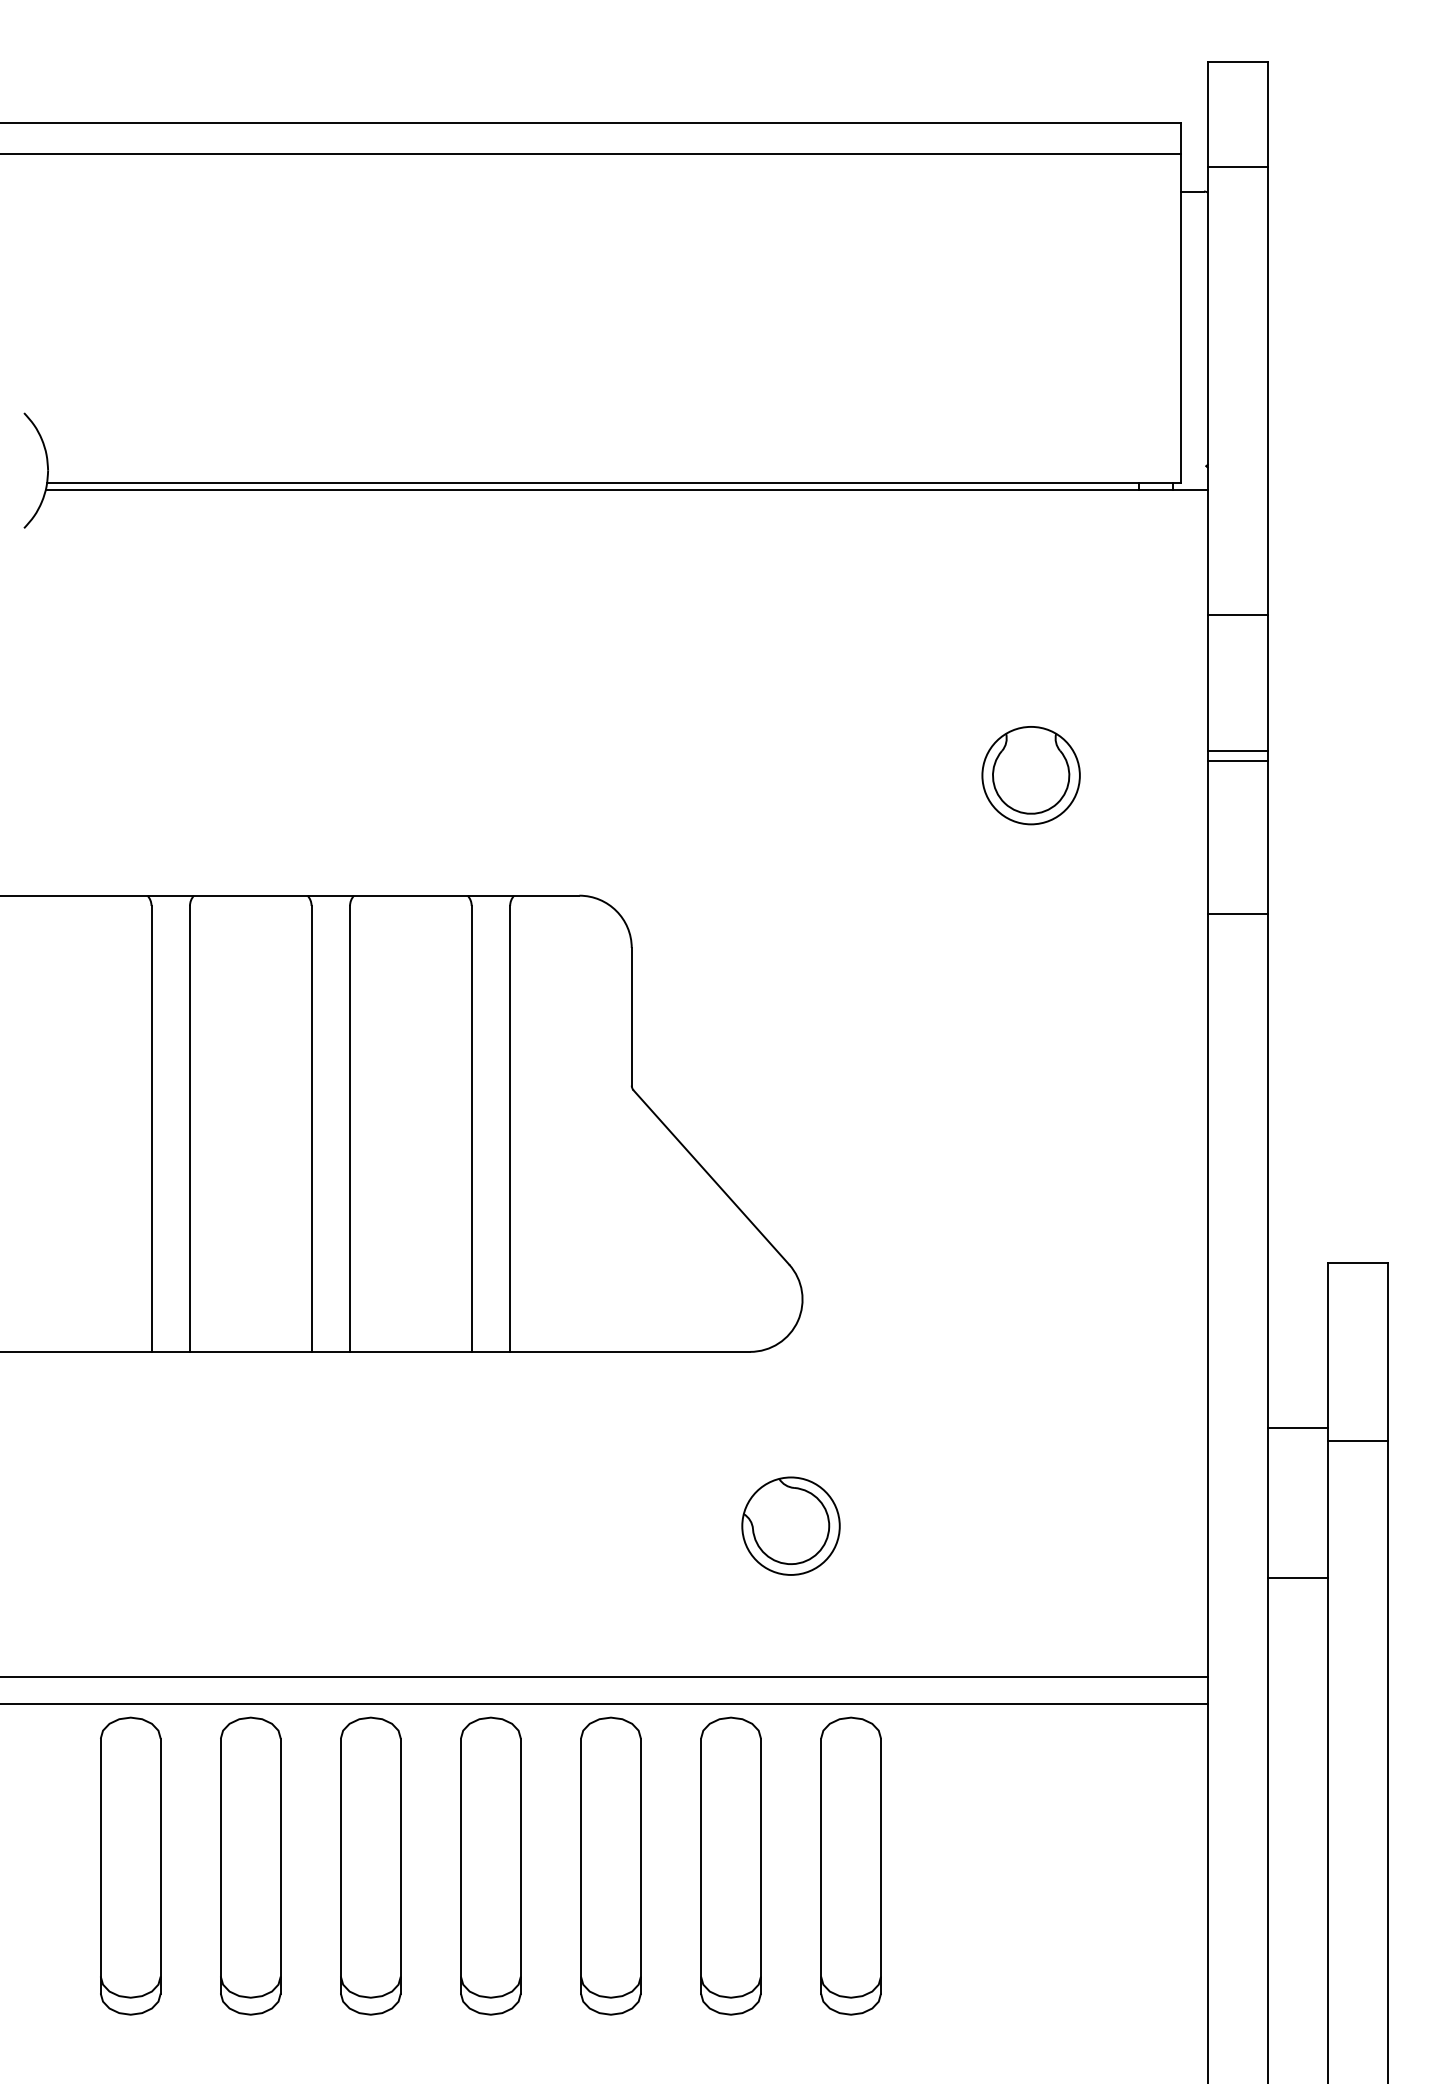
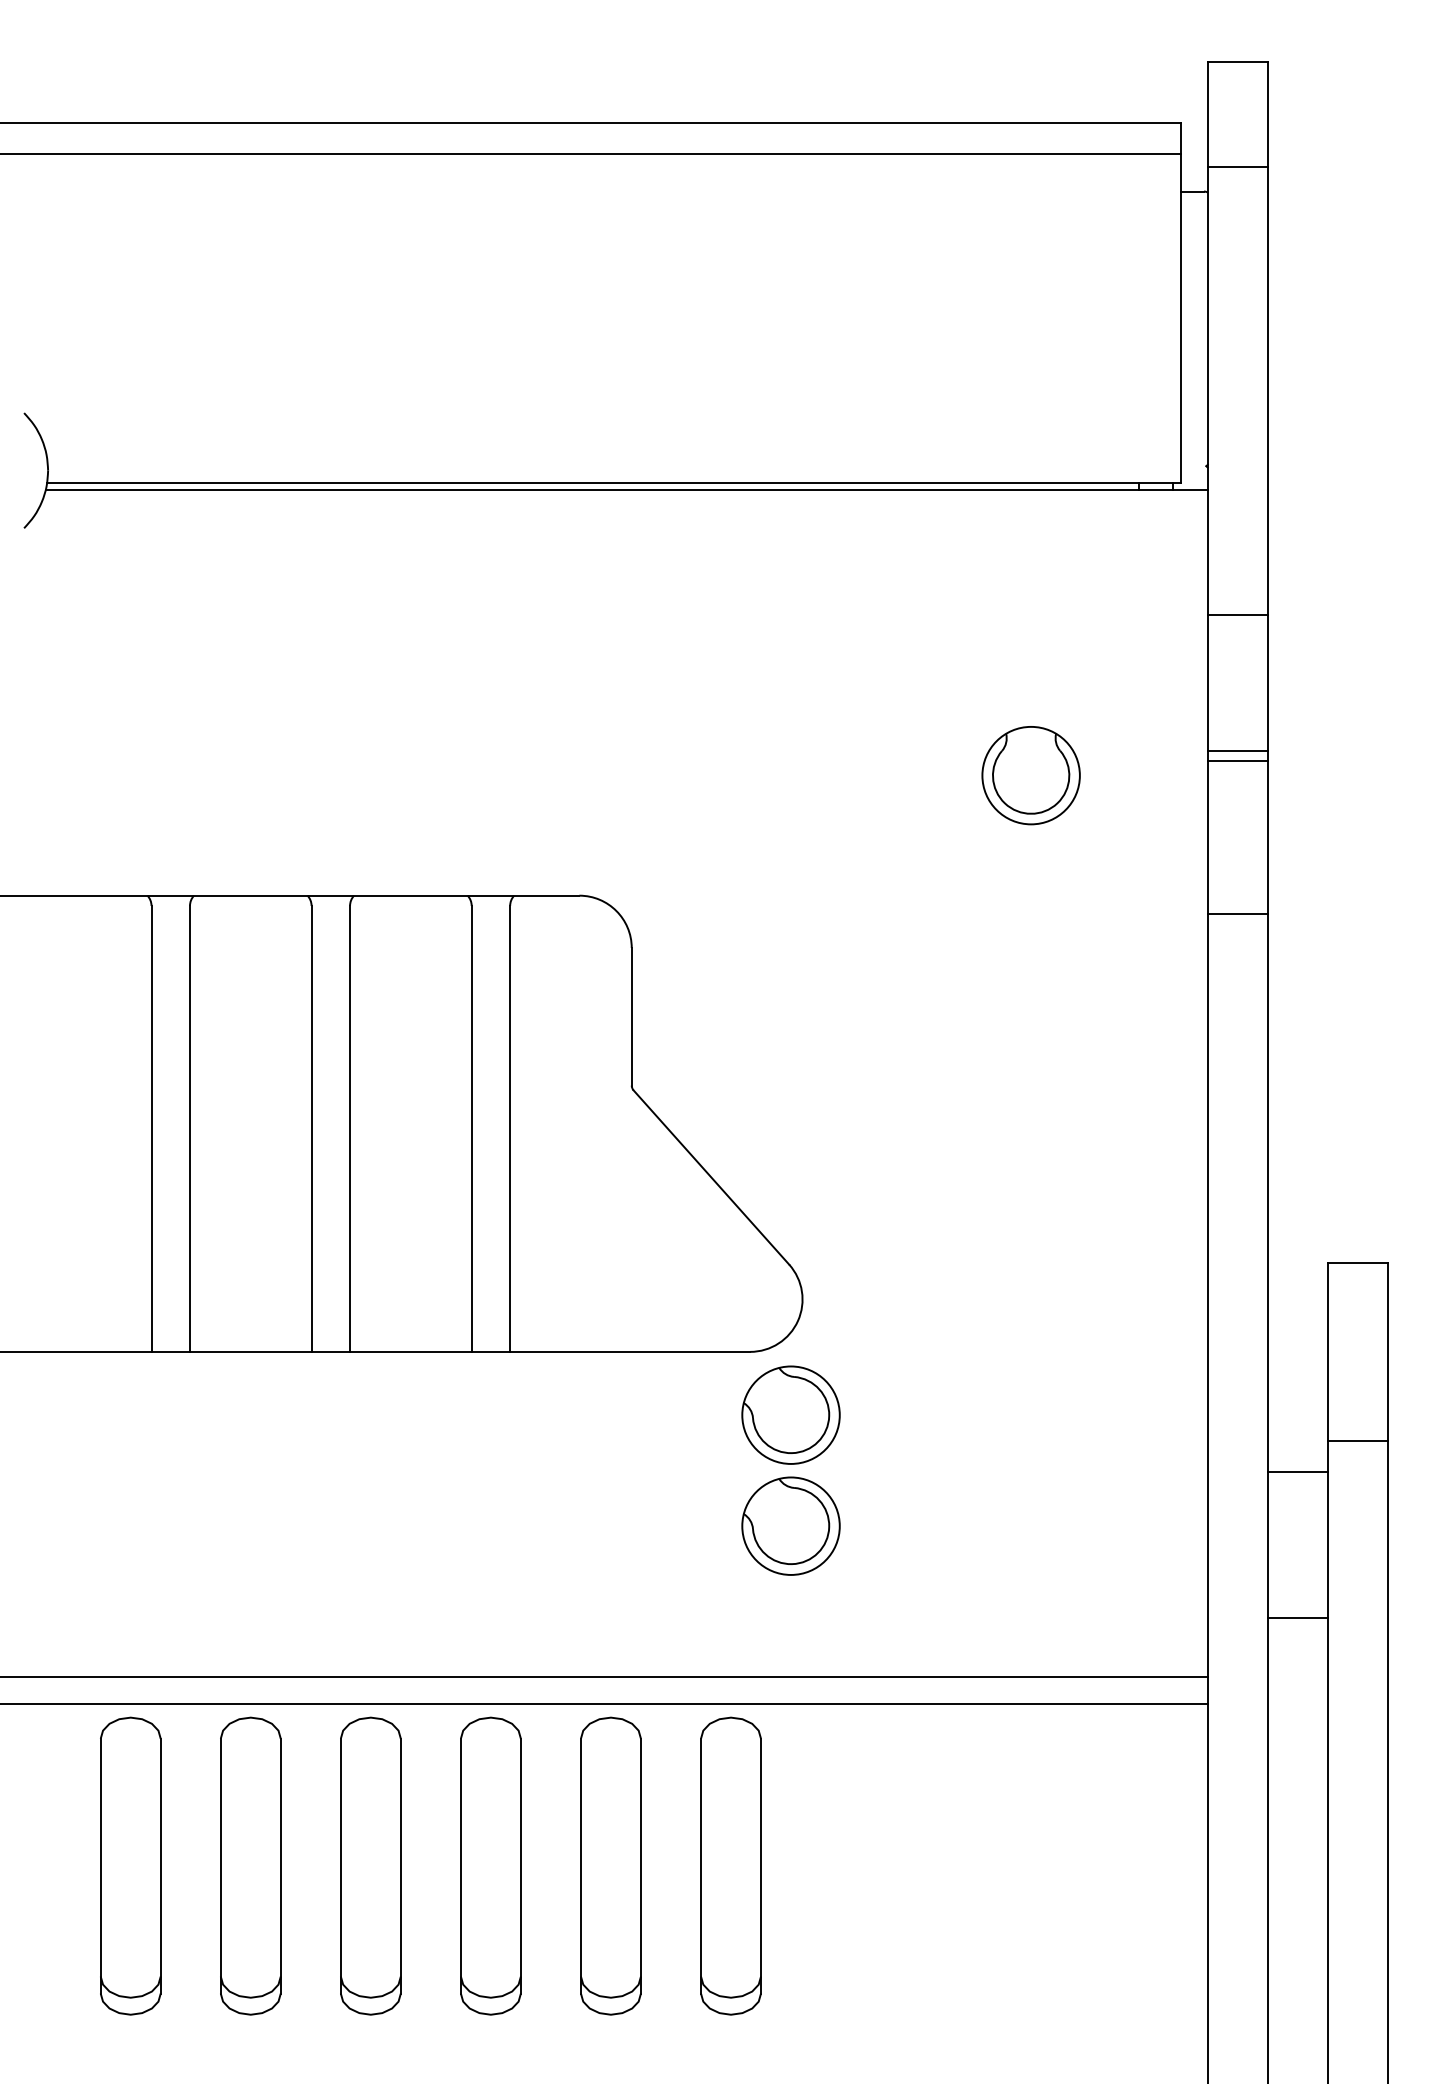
part at (790, 1414): none -> present
line at (1297, 1428) position: (1297, 1428) -> (1297, 1472)
line at (1297, 1578) position: (1297, 1578) -> (1297, 1618)
part at (850, 1865): present -> none
